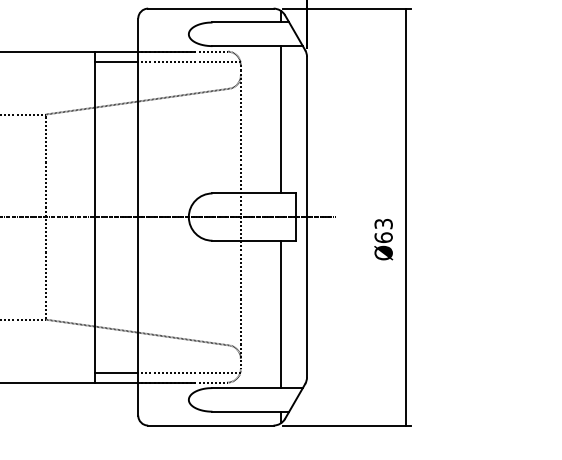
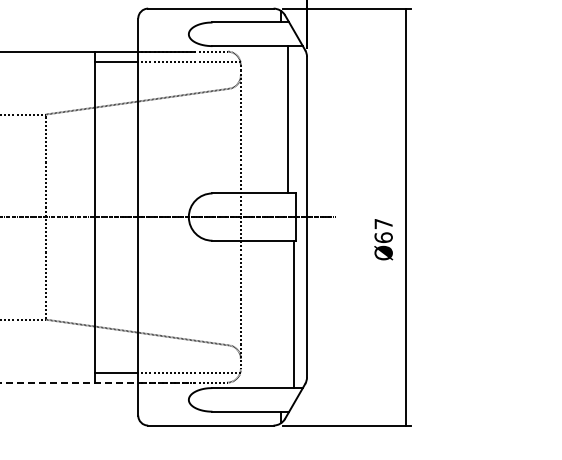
line at (281, 119) position: (281, 119) -> (288, 119)
text at (383, 223): Ø63 -> Ø67
line at (281, 314) position: (281, 314) -> (294, 314)
line at (98, 382): solid -> dashed
